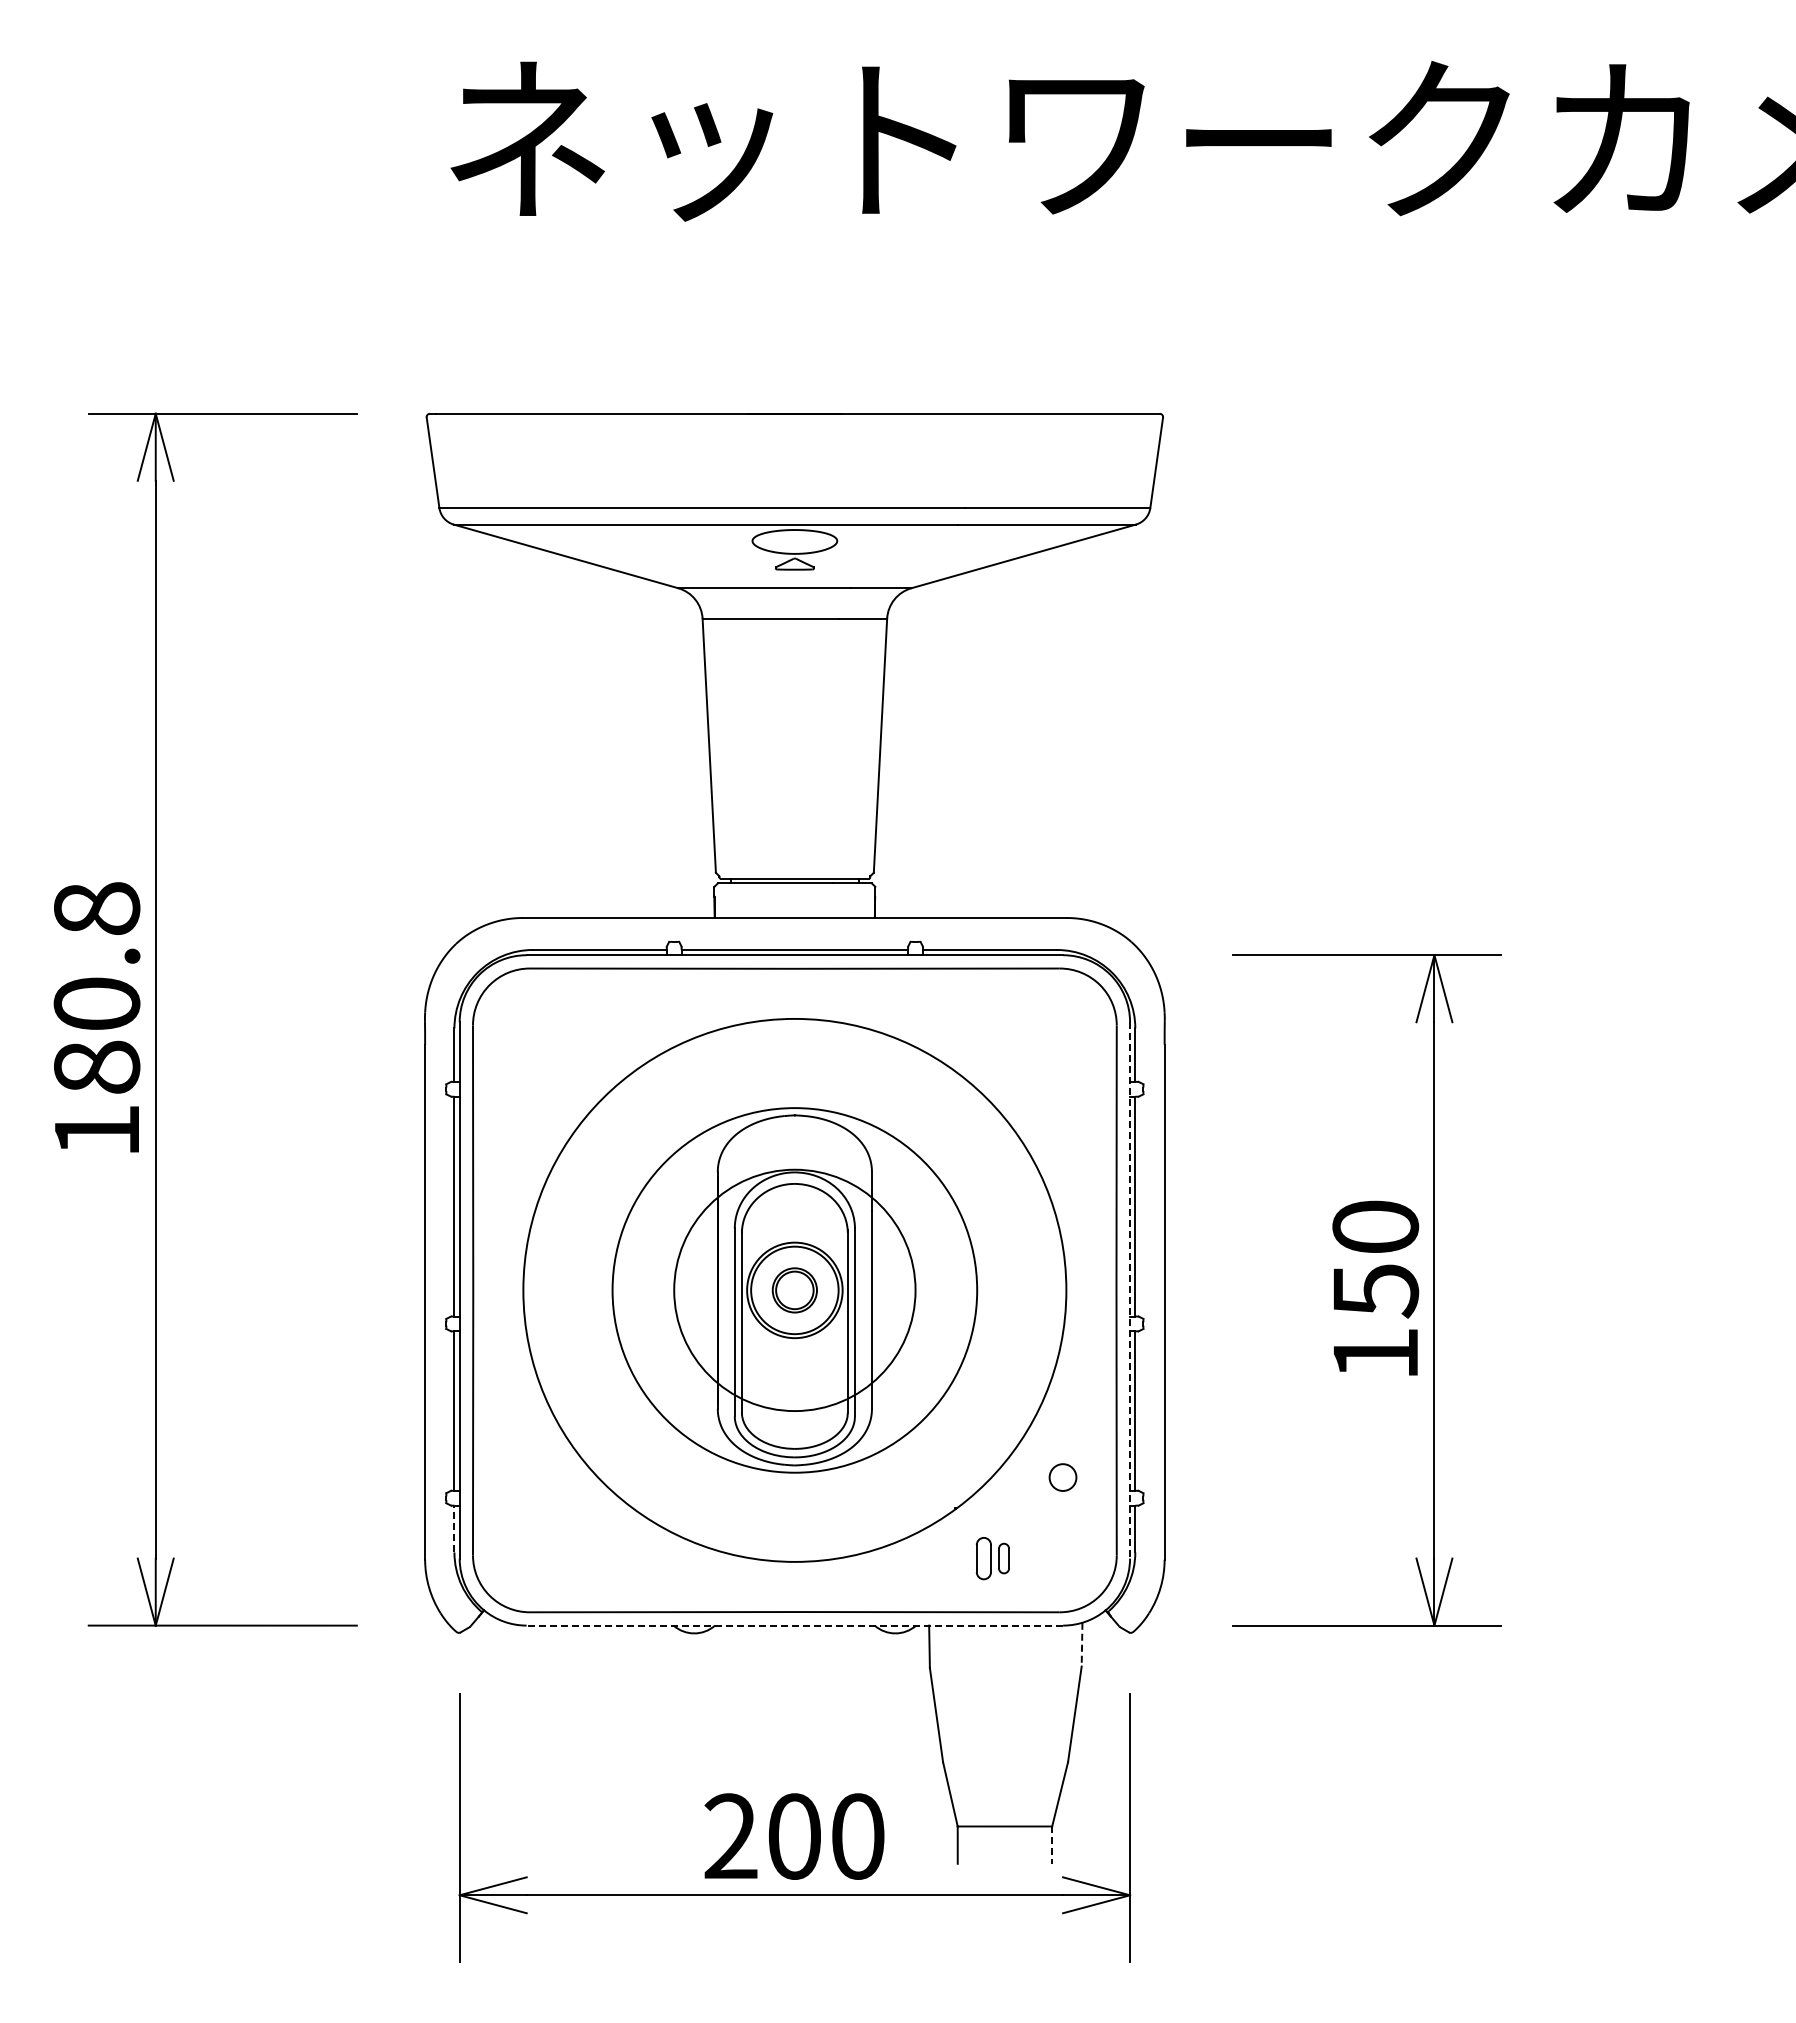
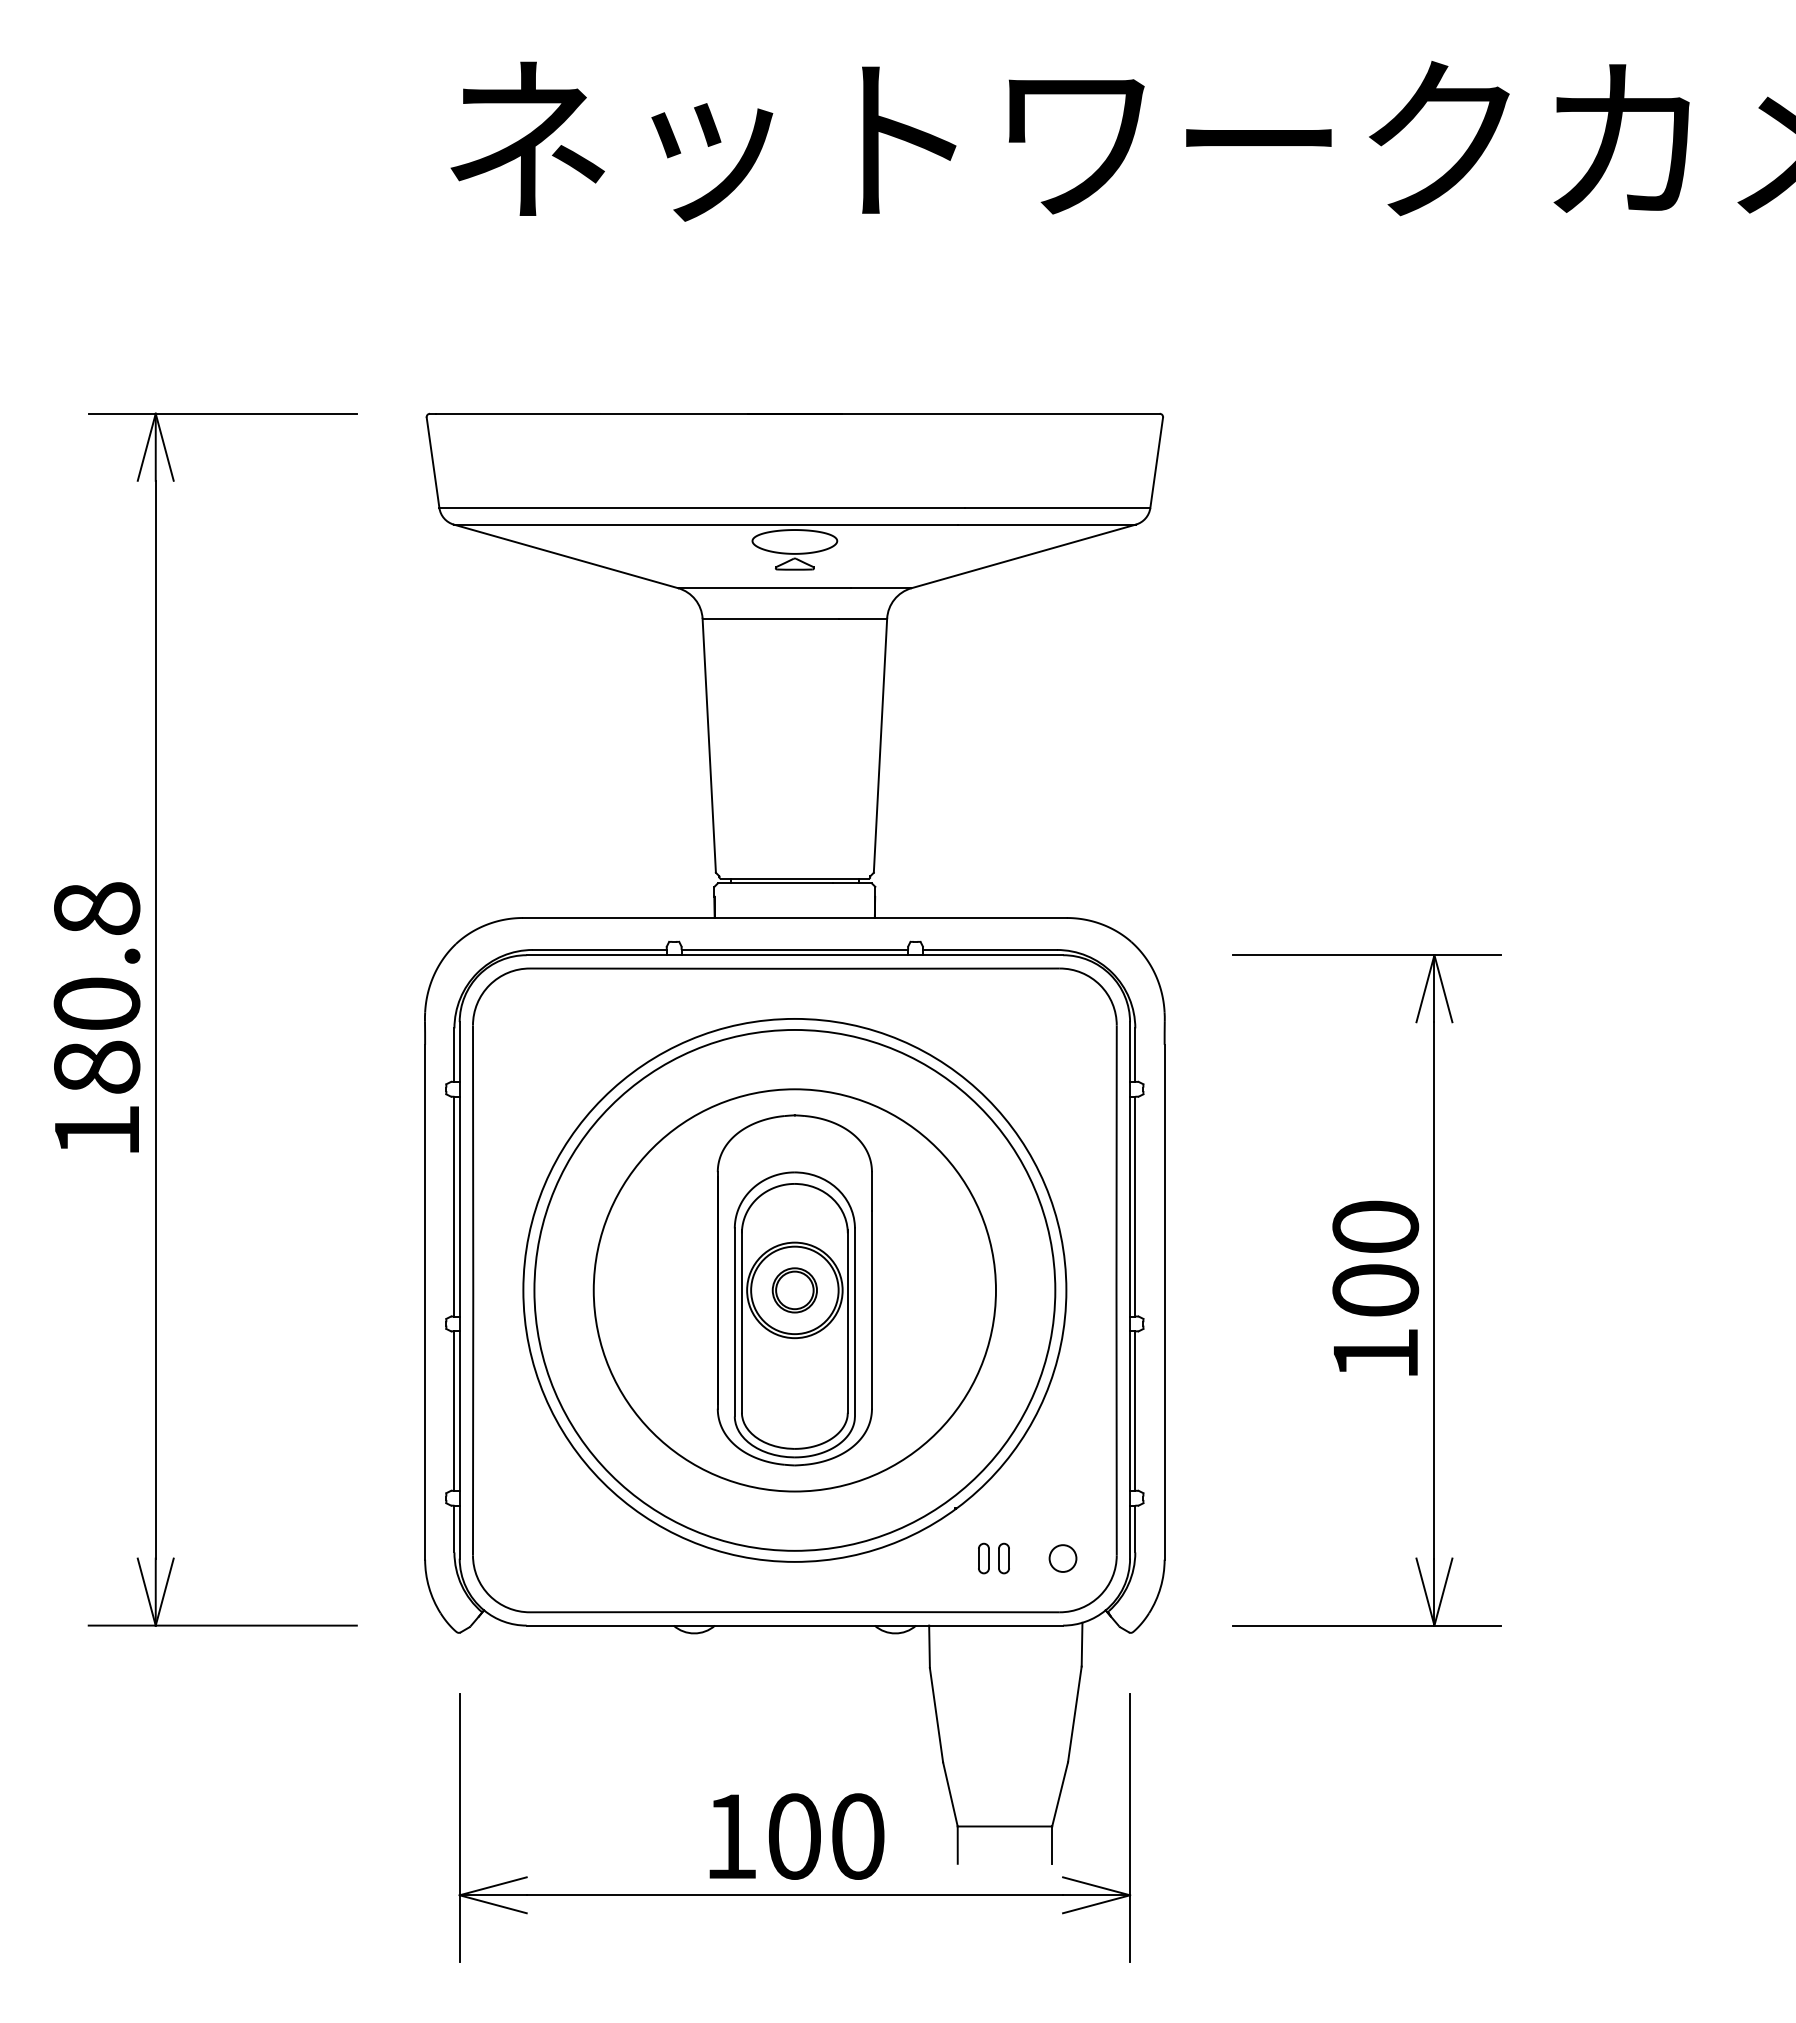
circle at (794, 1290) diameter: 241 px -> 402 px
circle at (794, 1290) diameter: 365 px -> 521 px
line at (1130, 1290): dashed -> solid
text at (1375, 1291): 150 -> 100
circle at (1062, 1477) position: (1062, 1477) -> (1062, 1558)
line at (454, 1528): dashed -> solid
part at (983, 1558) size: 17x44 px -> 12x33 px
line at (794, 1625): dashed -> solid
line at (1082, 1644): dashed -> solid
text at (730, 1835): 200 -> 100
line at (1052, 1845): dashed -> solid
